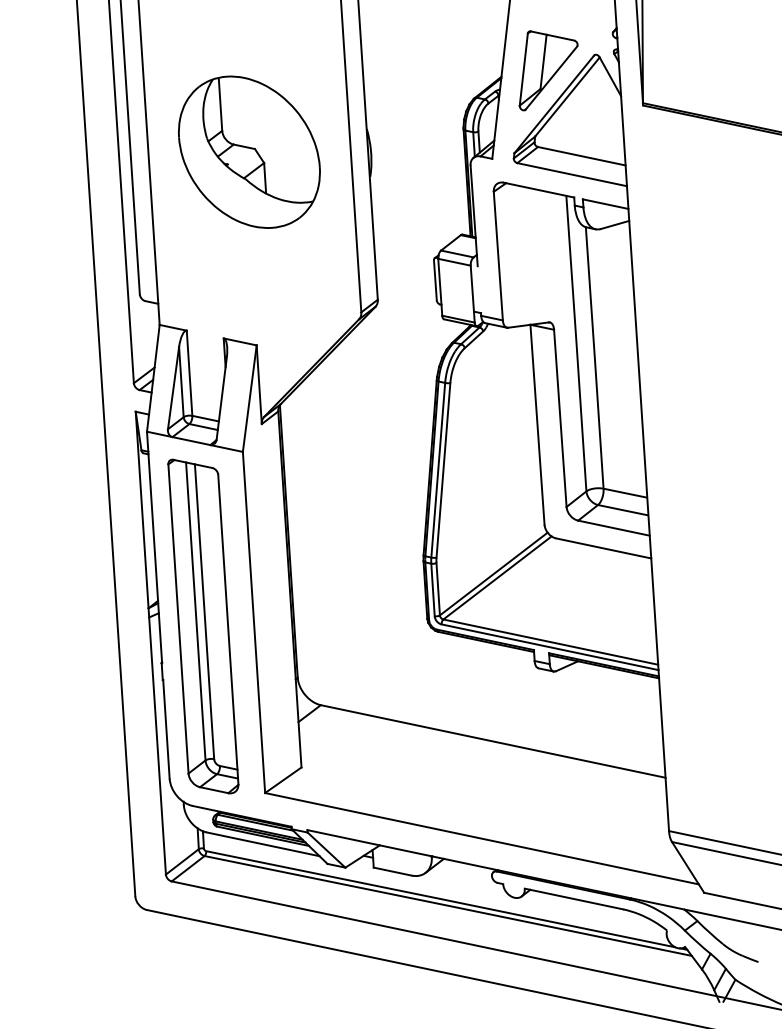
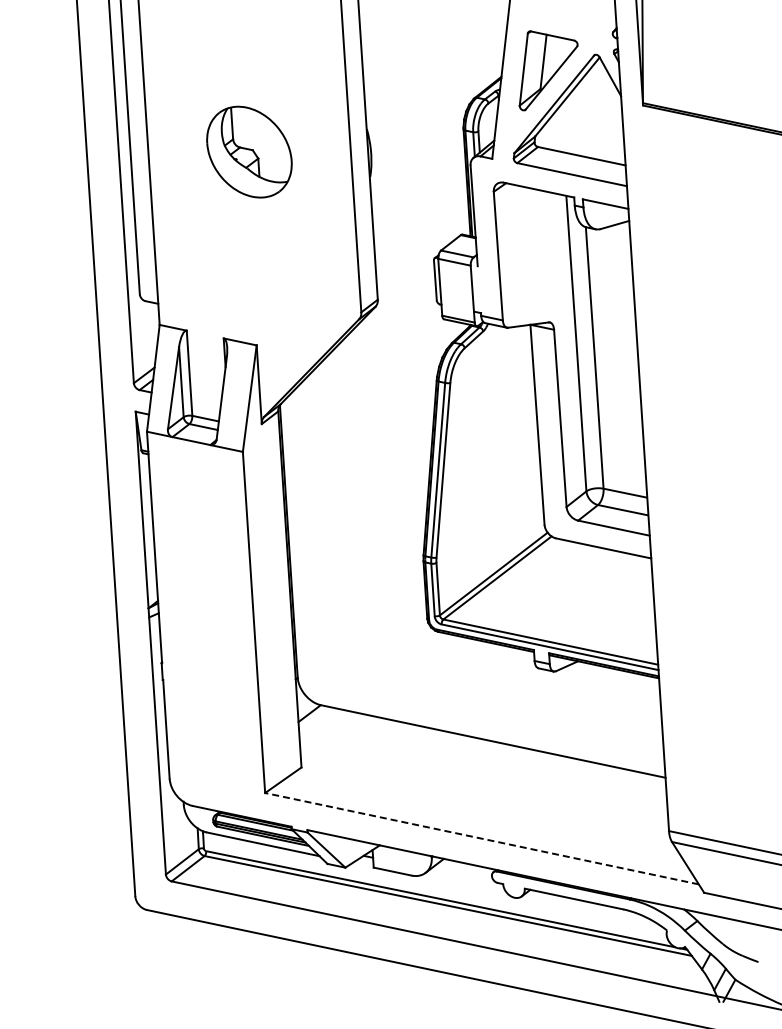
part at (249, 151) size: 143x154 px -> 87x94 px
part at (203, 626): present -> none
line at (482, 838): solid -> dashed
